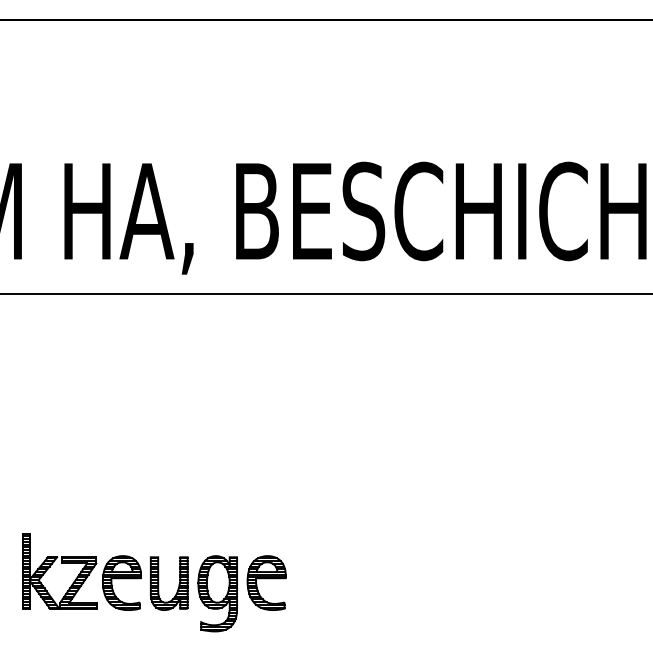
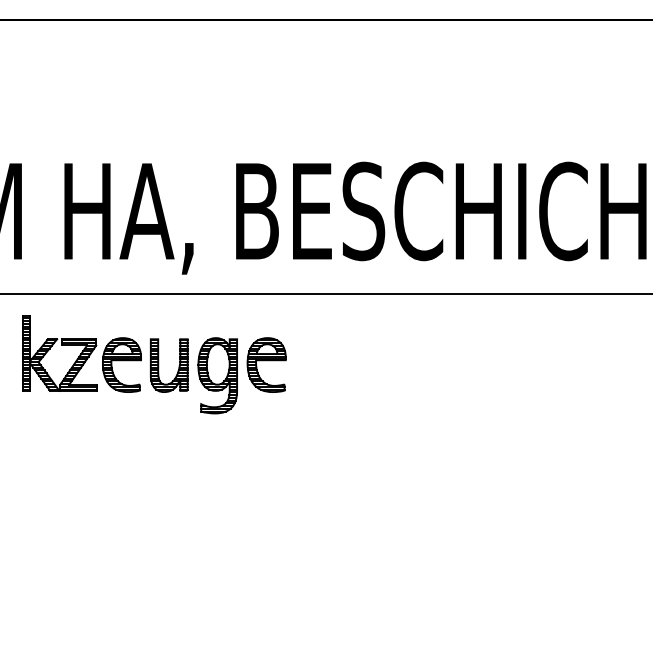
part at (154, 582) position: (154, 582) -> (154, 364)
